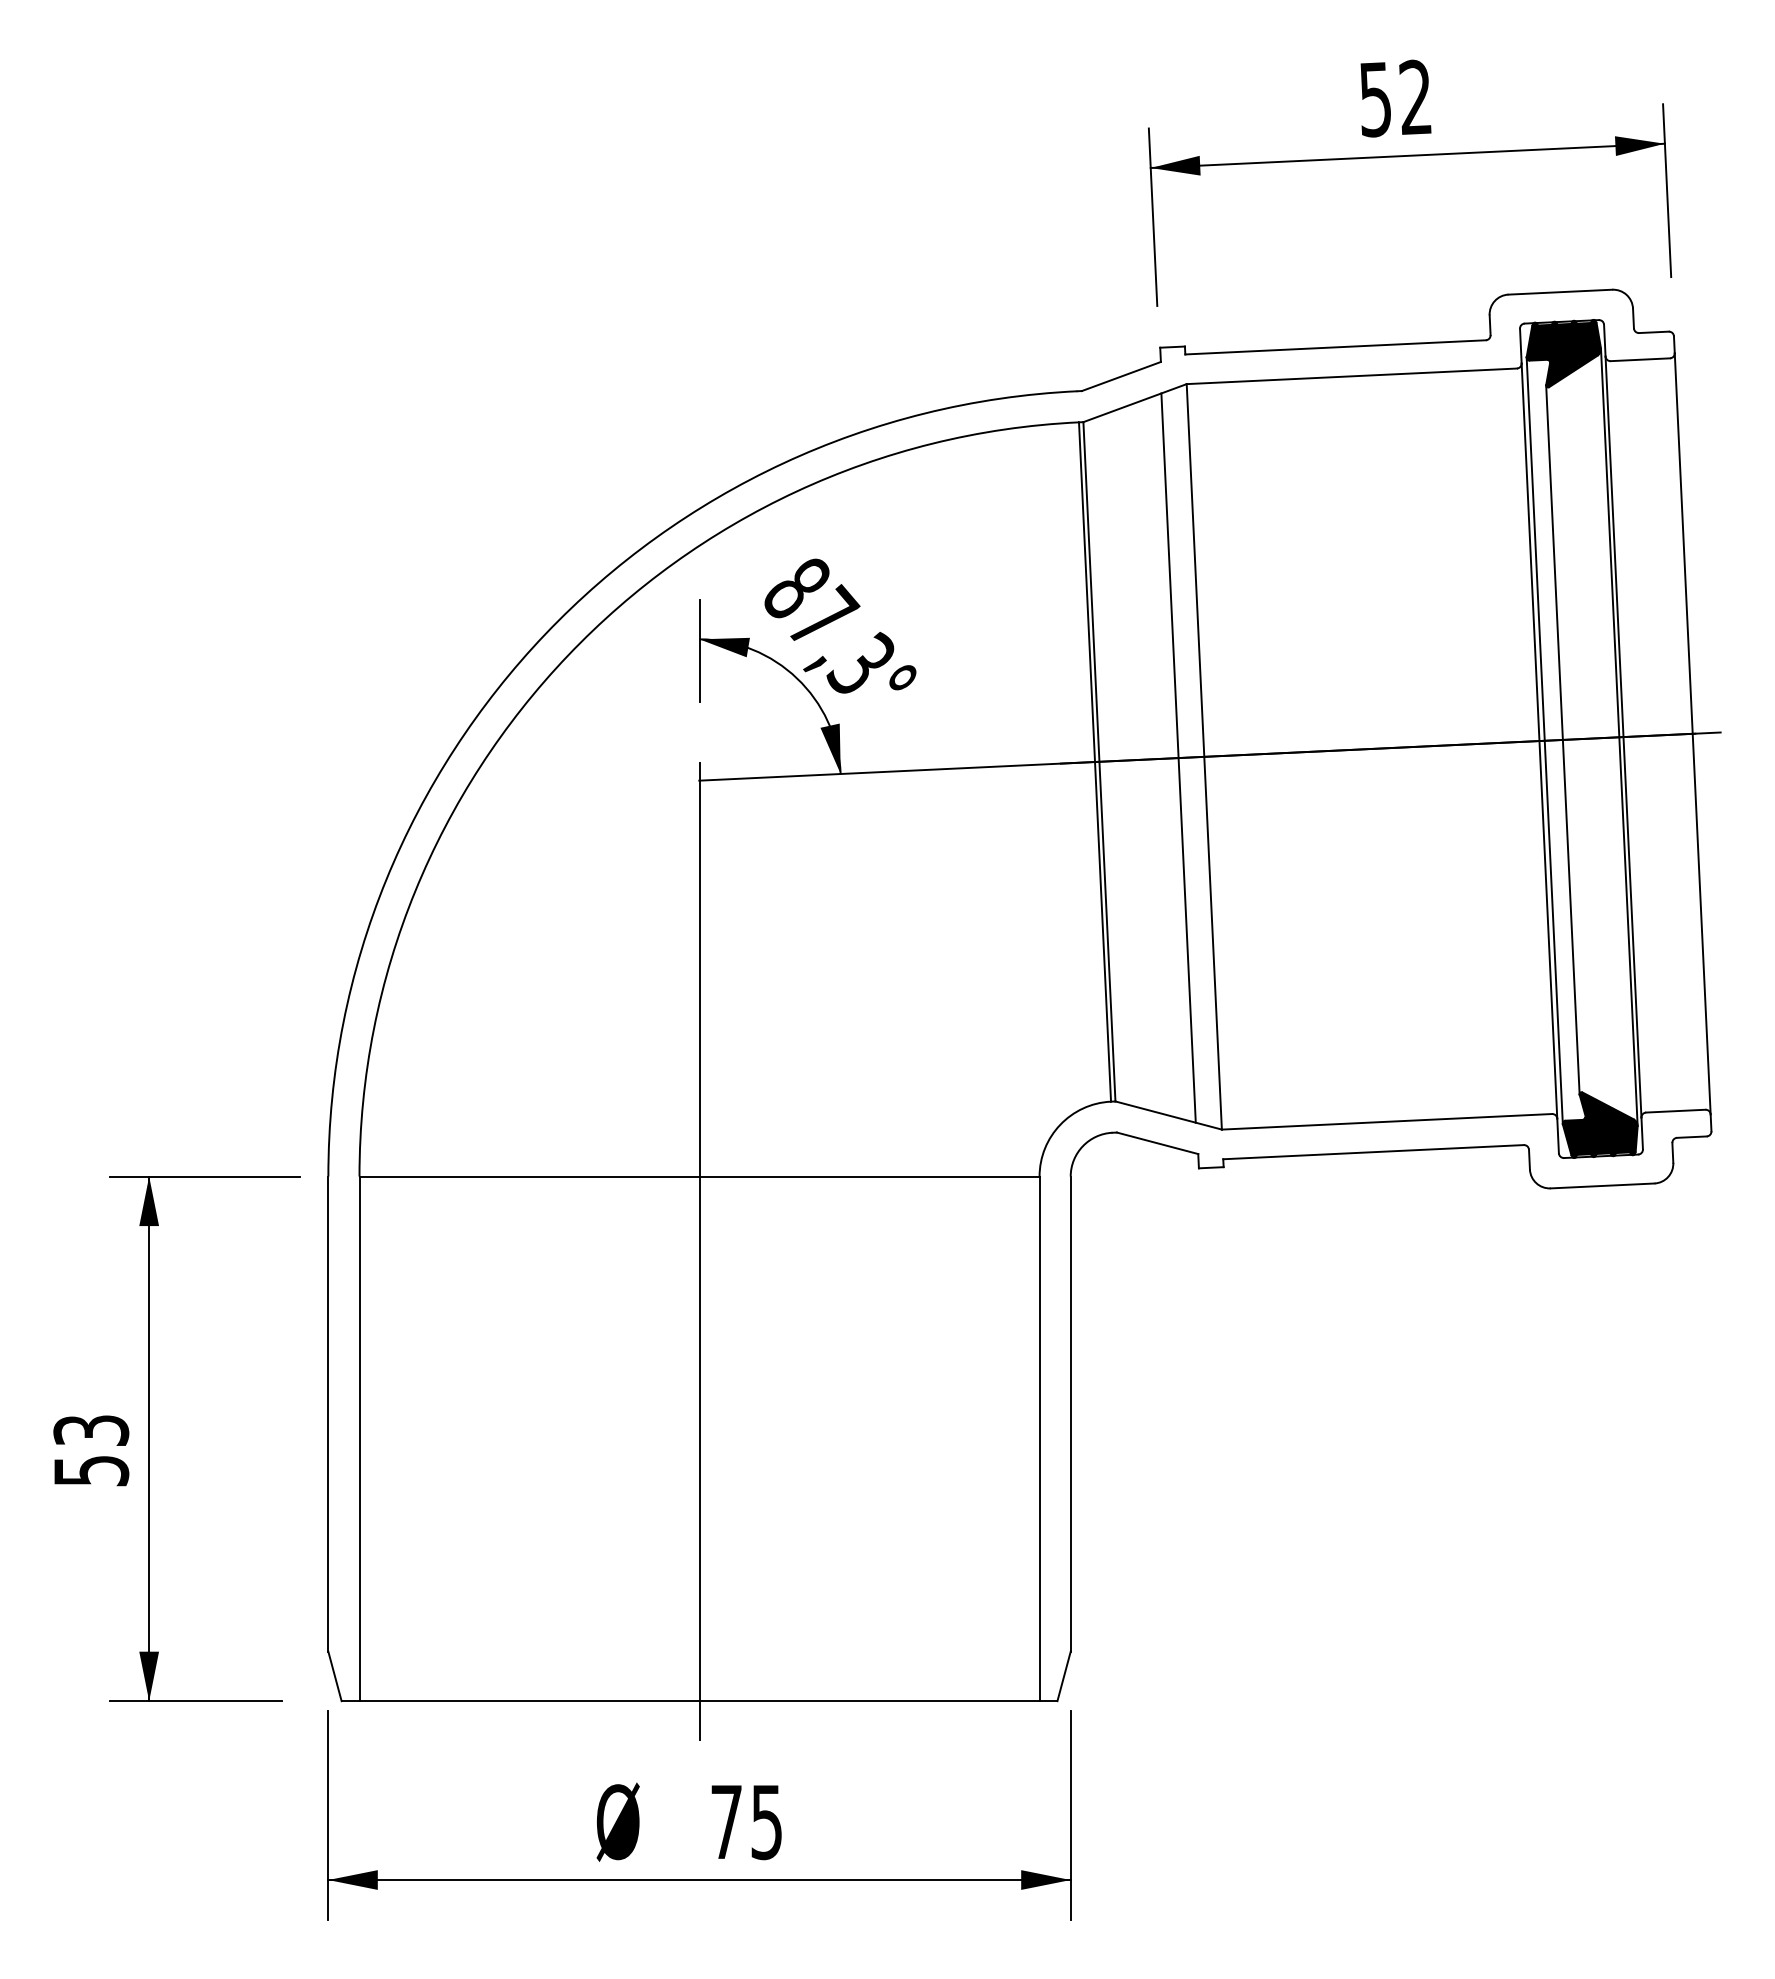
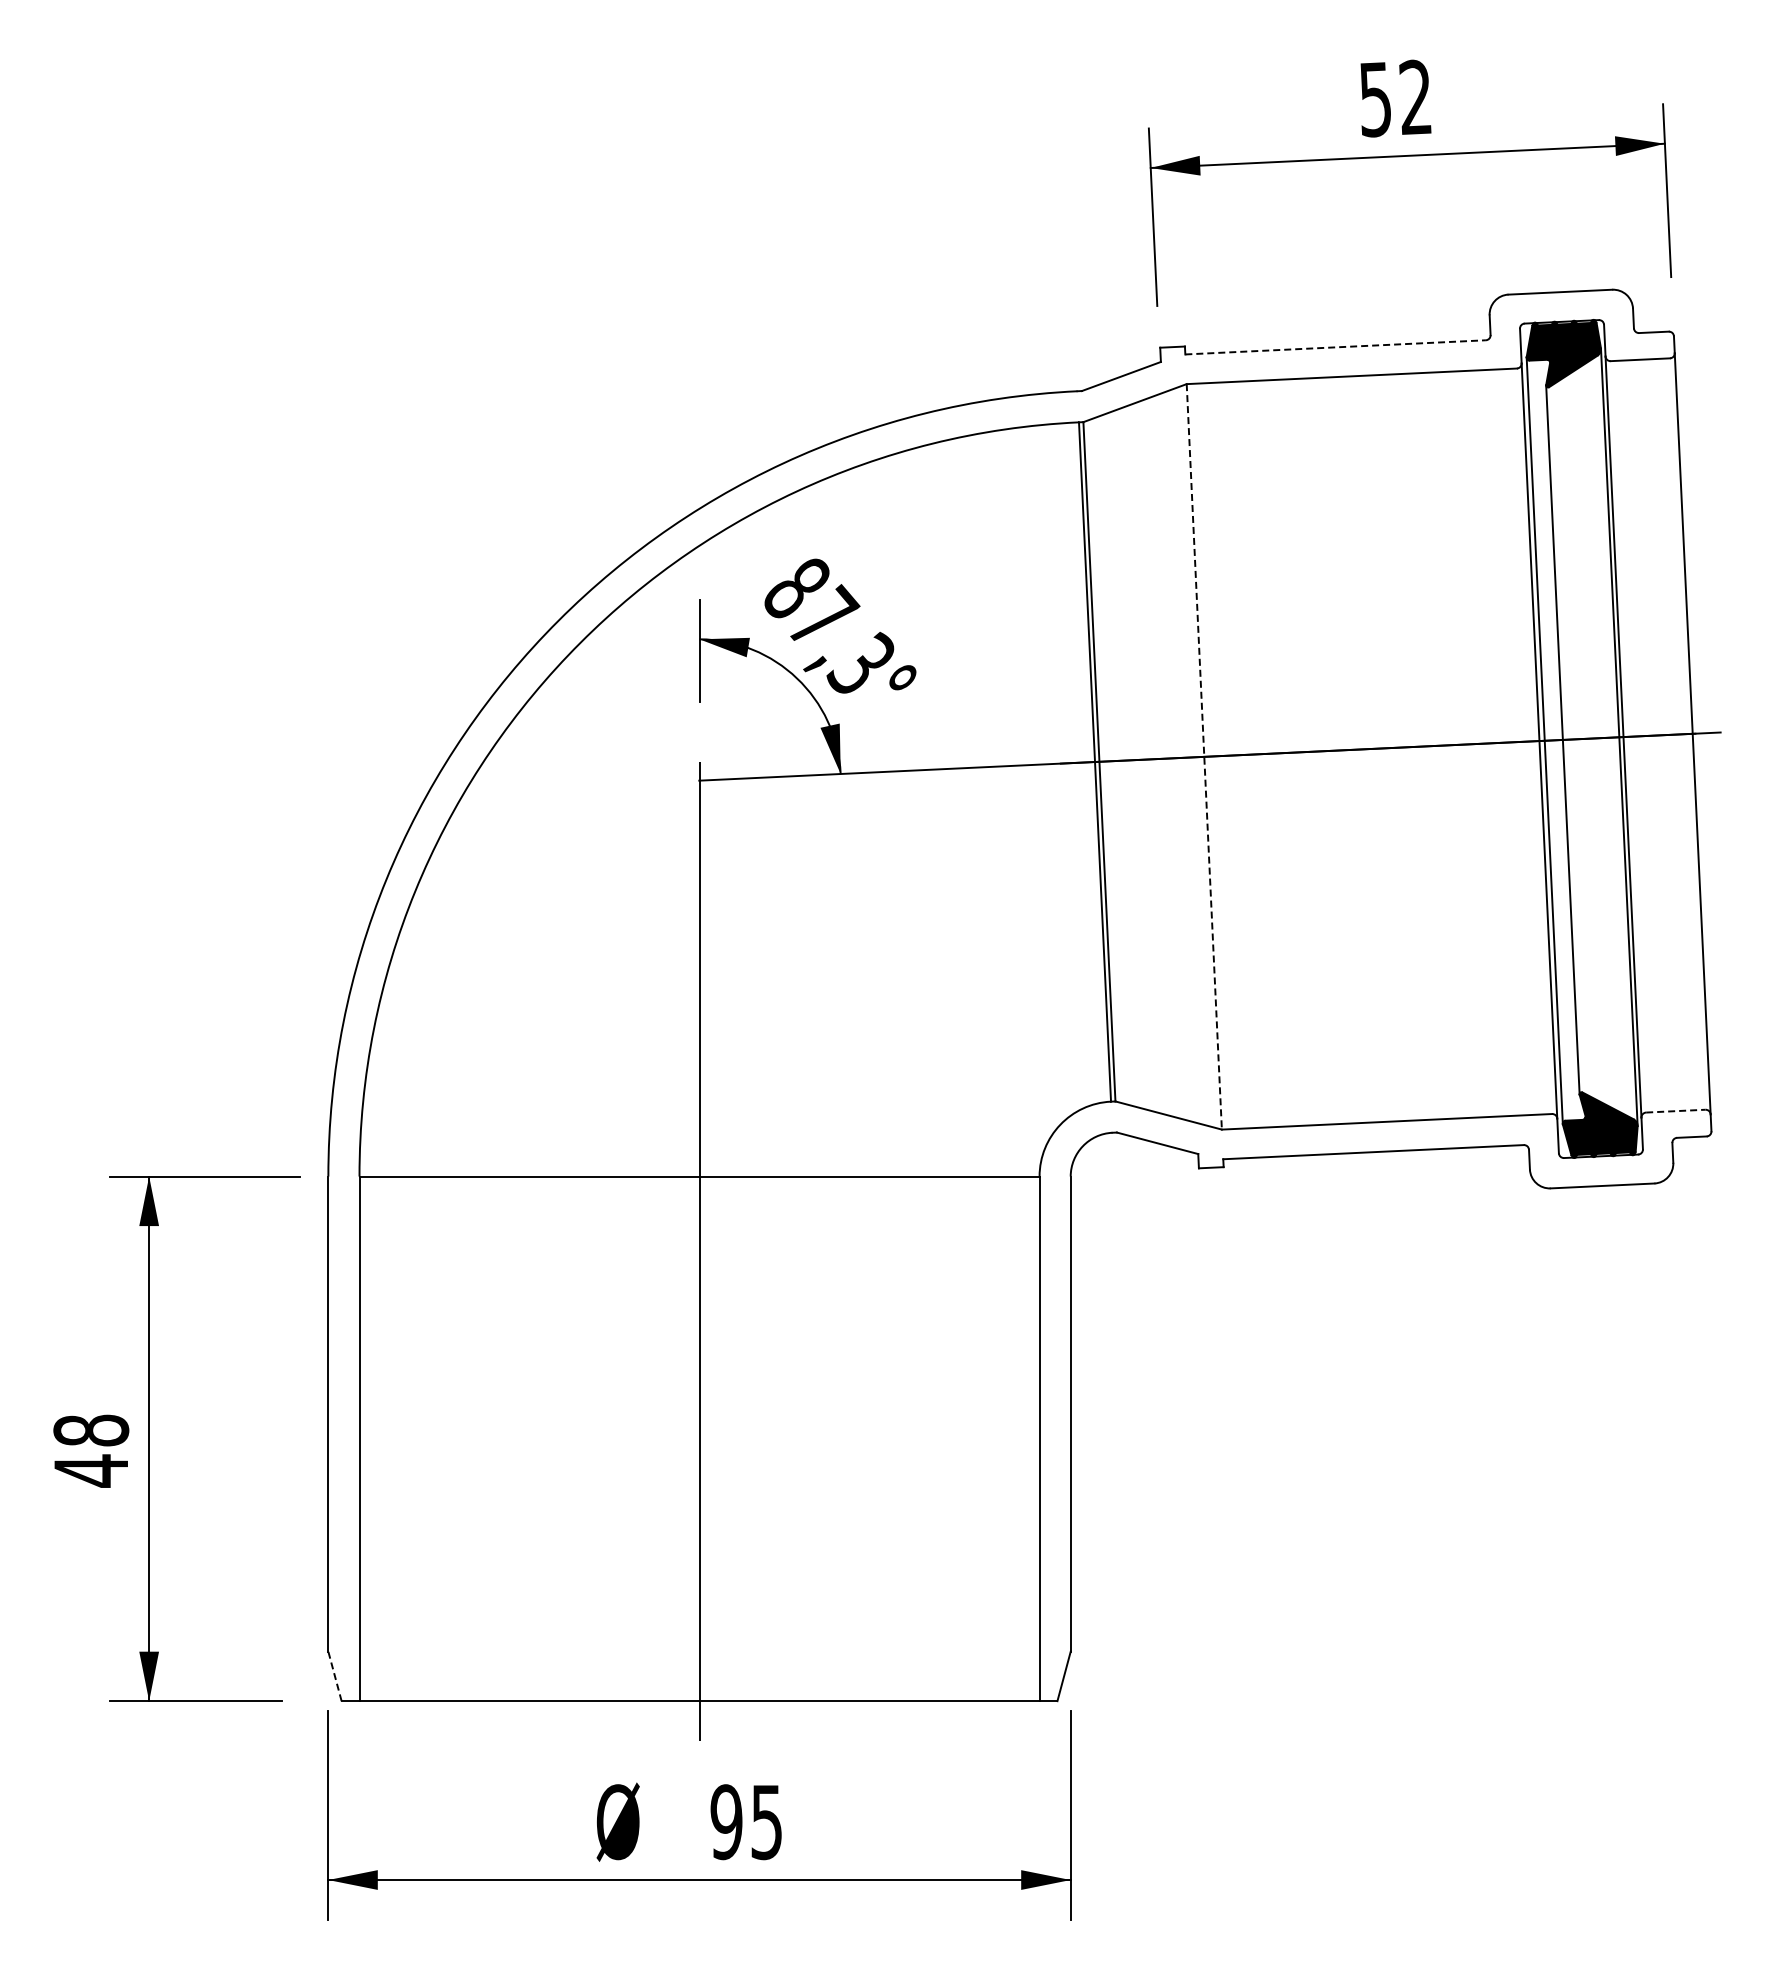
line at (1336, 347): solid -> dashed
line at (1178, 757): present -> none
line at (1204, 757): solid -> dashed
line at (1675, 1111): solid -> dashed
text at (91, 1450): 53 -> 48
line at (335, 1676): solid -> dashed
text at (726, 1822): 75 -> 95
